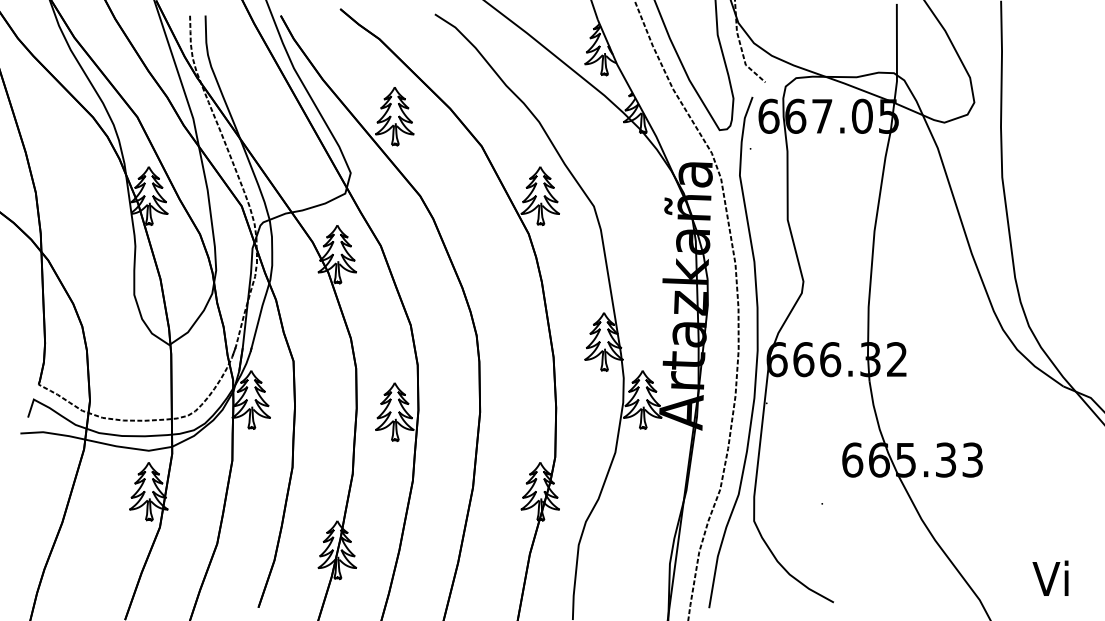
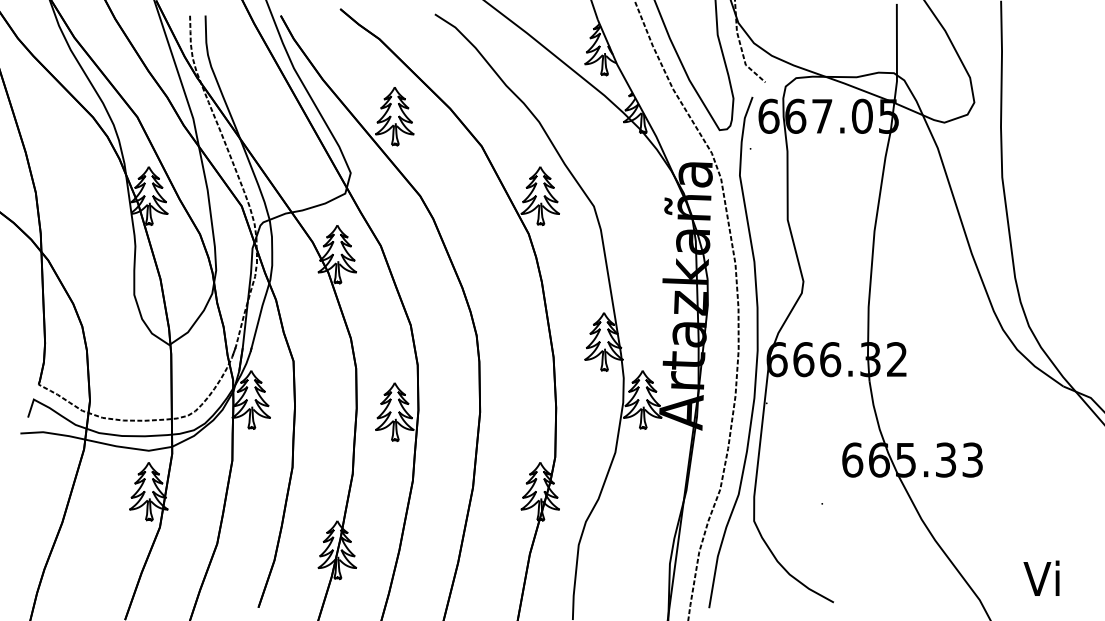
text at (1050, 577) position: (1050, 577) -> (1041, 577)
